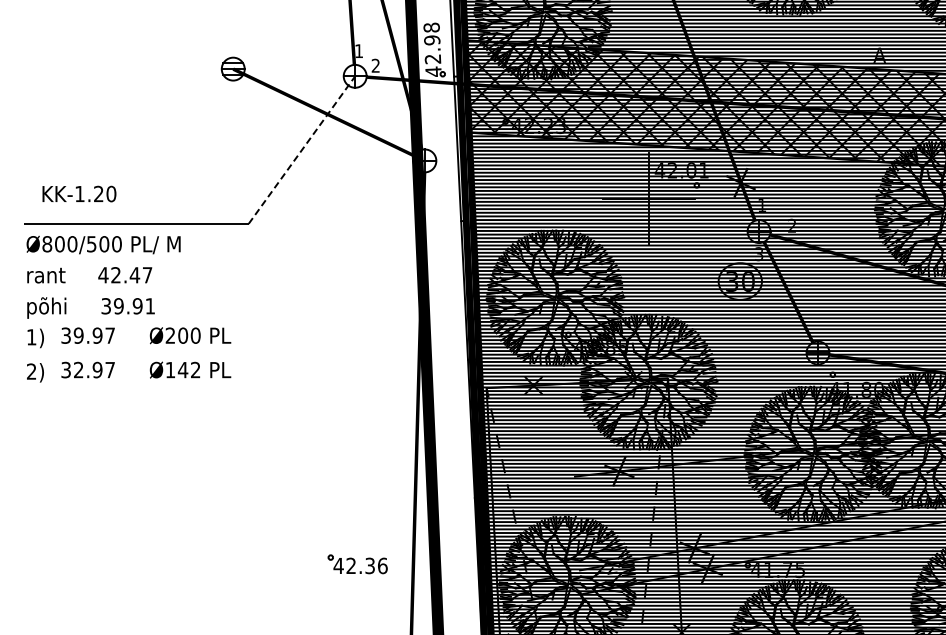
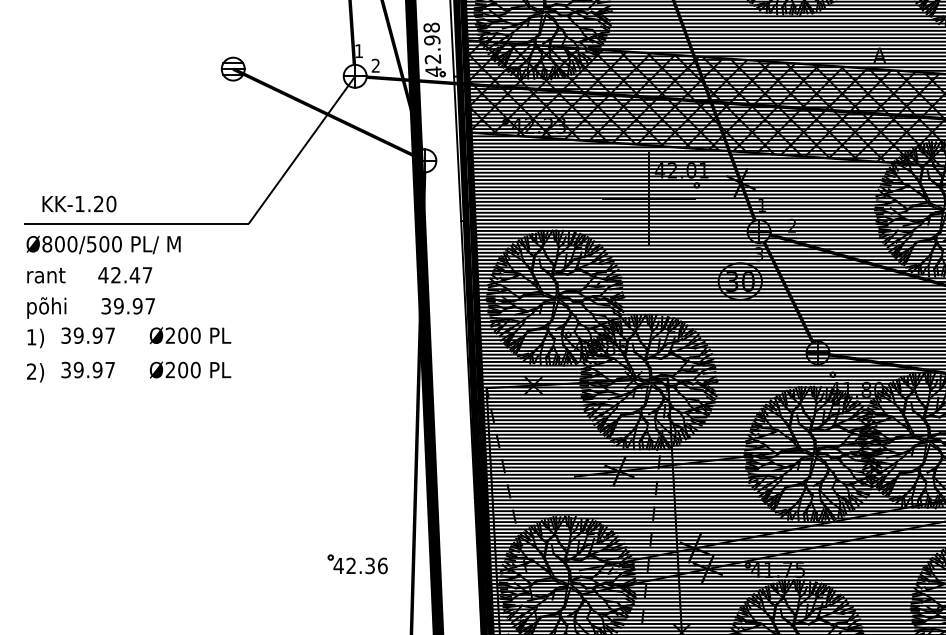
line at (301, 150): dashed -> solid
text at (79, 193) position: (79, 193) -> (79, 203)
text at (149, 306): 39.91 -> 39.97
text at (182, 369): Ø142 -> Ø200
text at (78, 370): 32.97 -> 39.97
